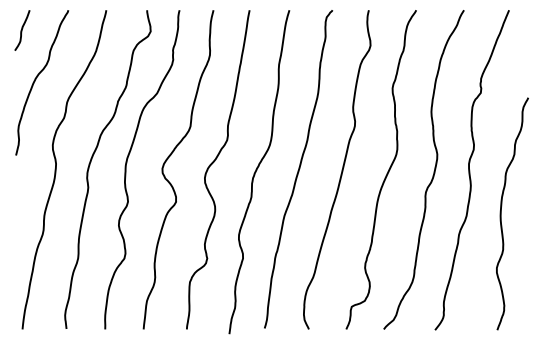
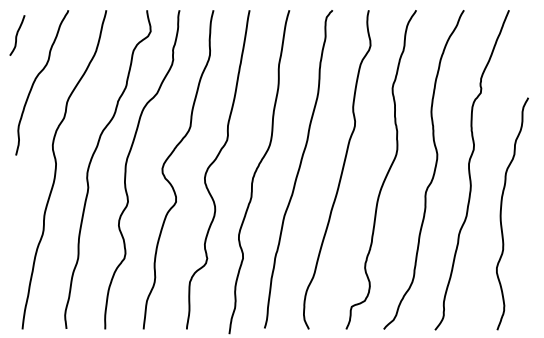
curve at (22, 30) position: (22, 30) -> (17, 35)
